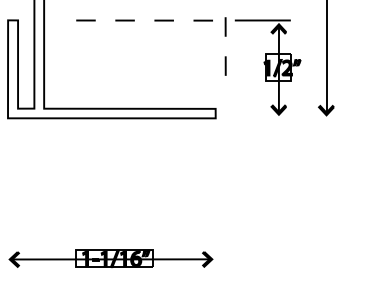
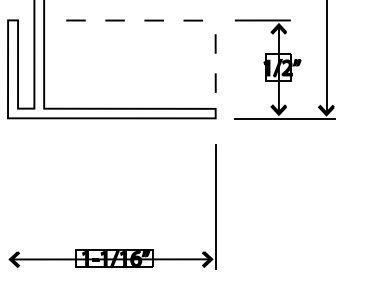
line at (134, 20) position: (134, 20) -> (124, 20)
line at (225, 36) position: (225, 36) -> (215, 53)
line at (285, 118): none -> present
line at (215, 206): none -> present
